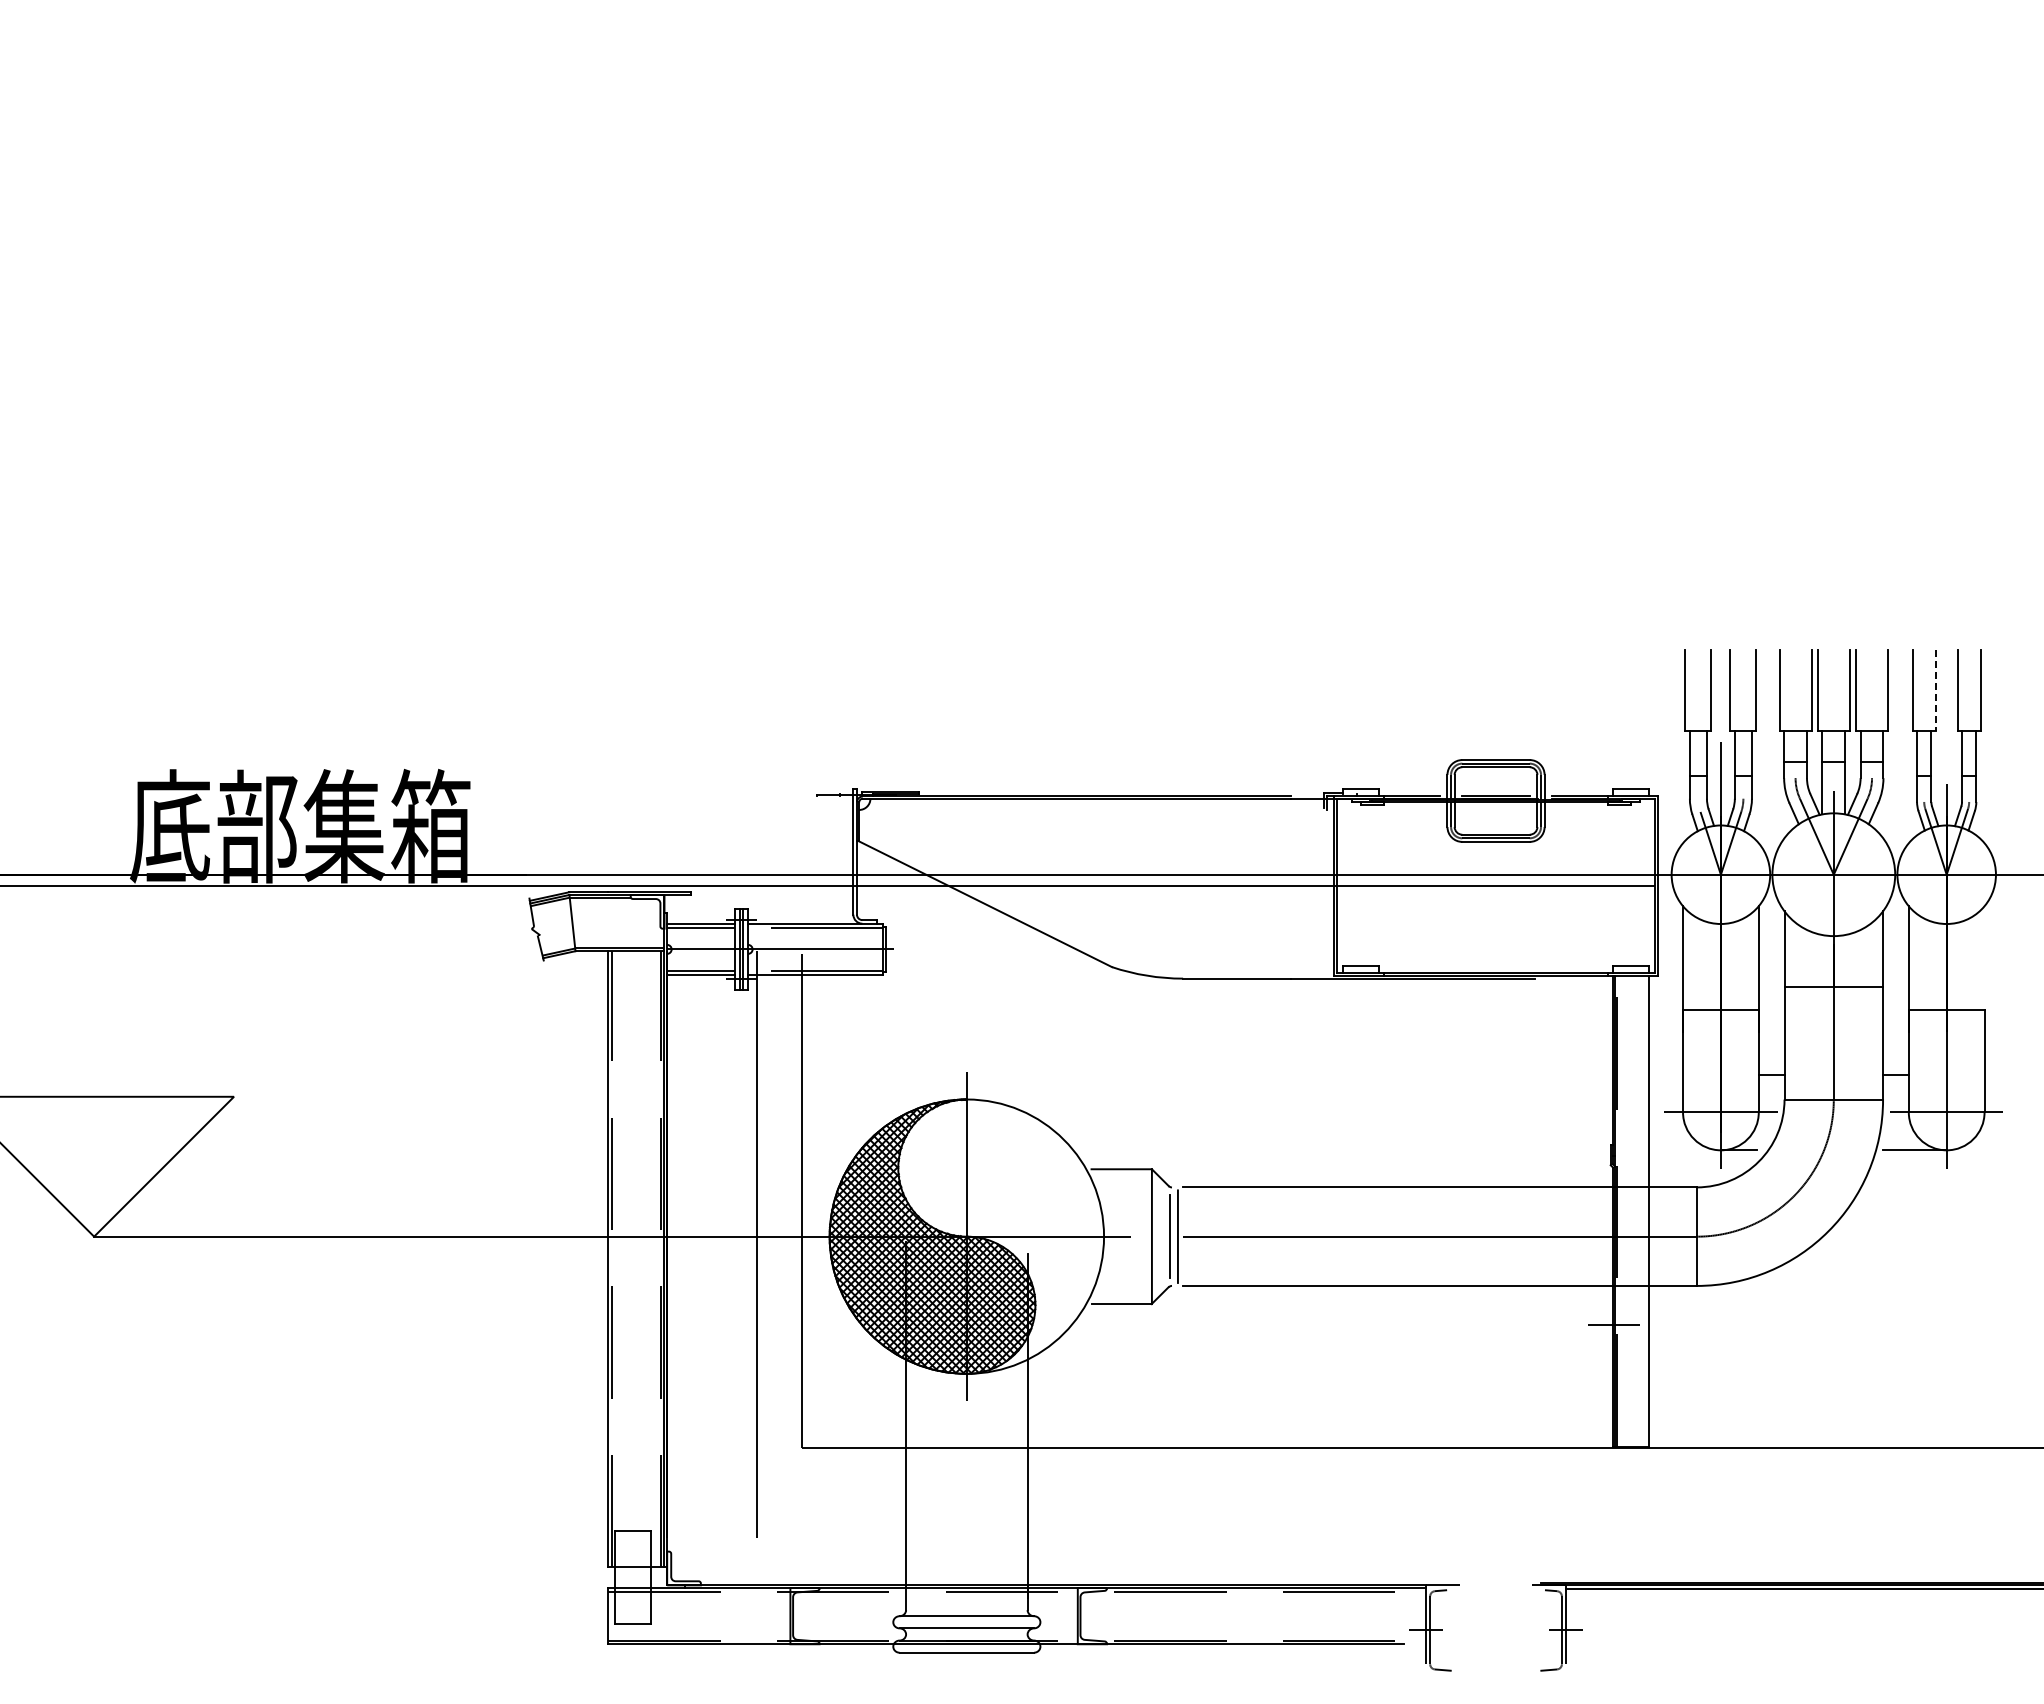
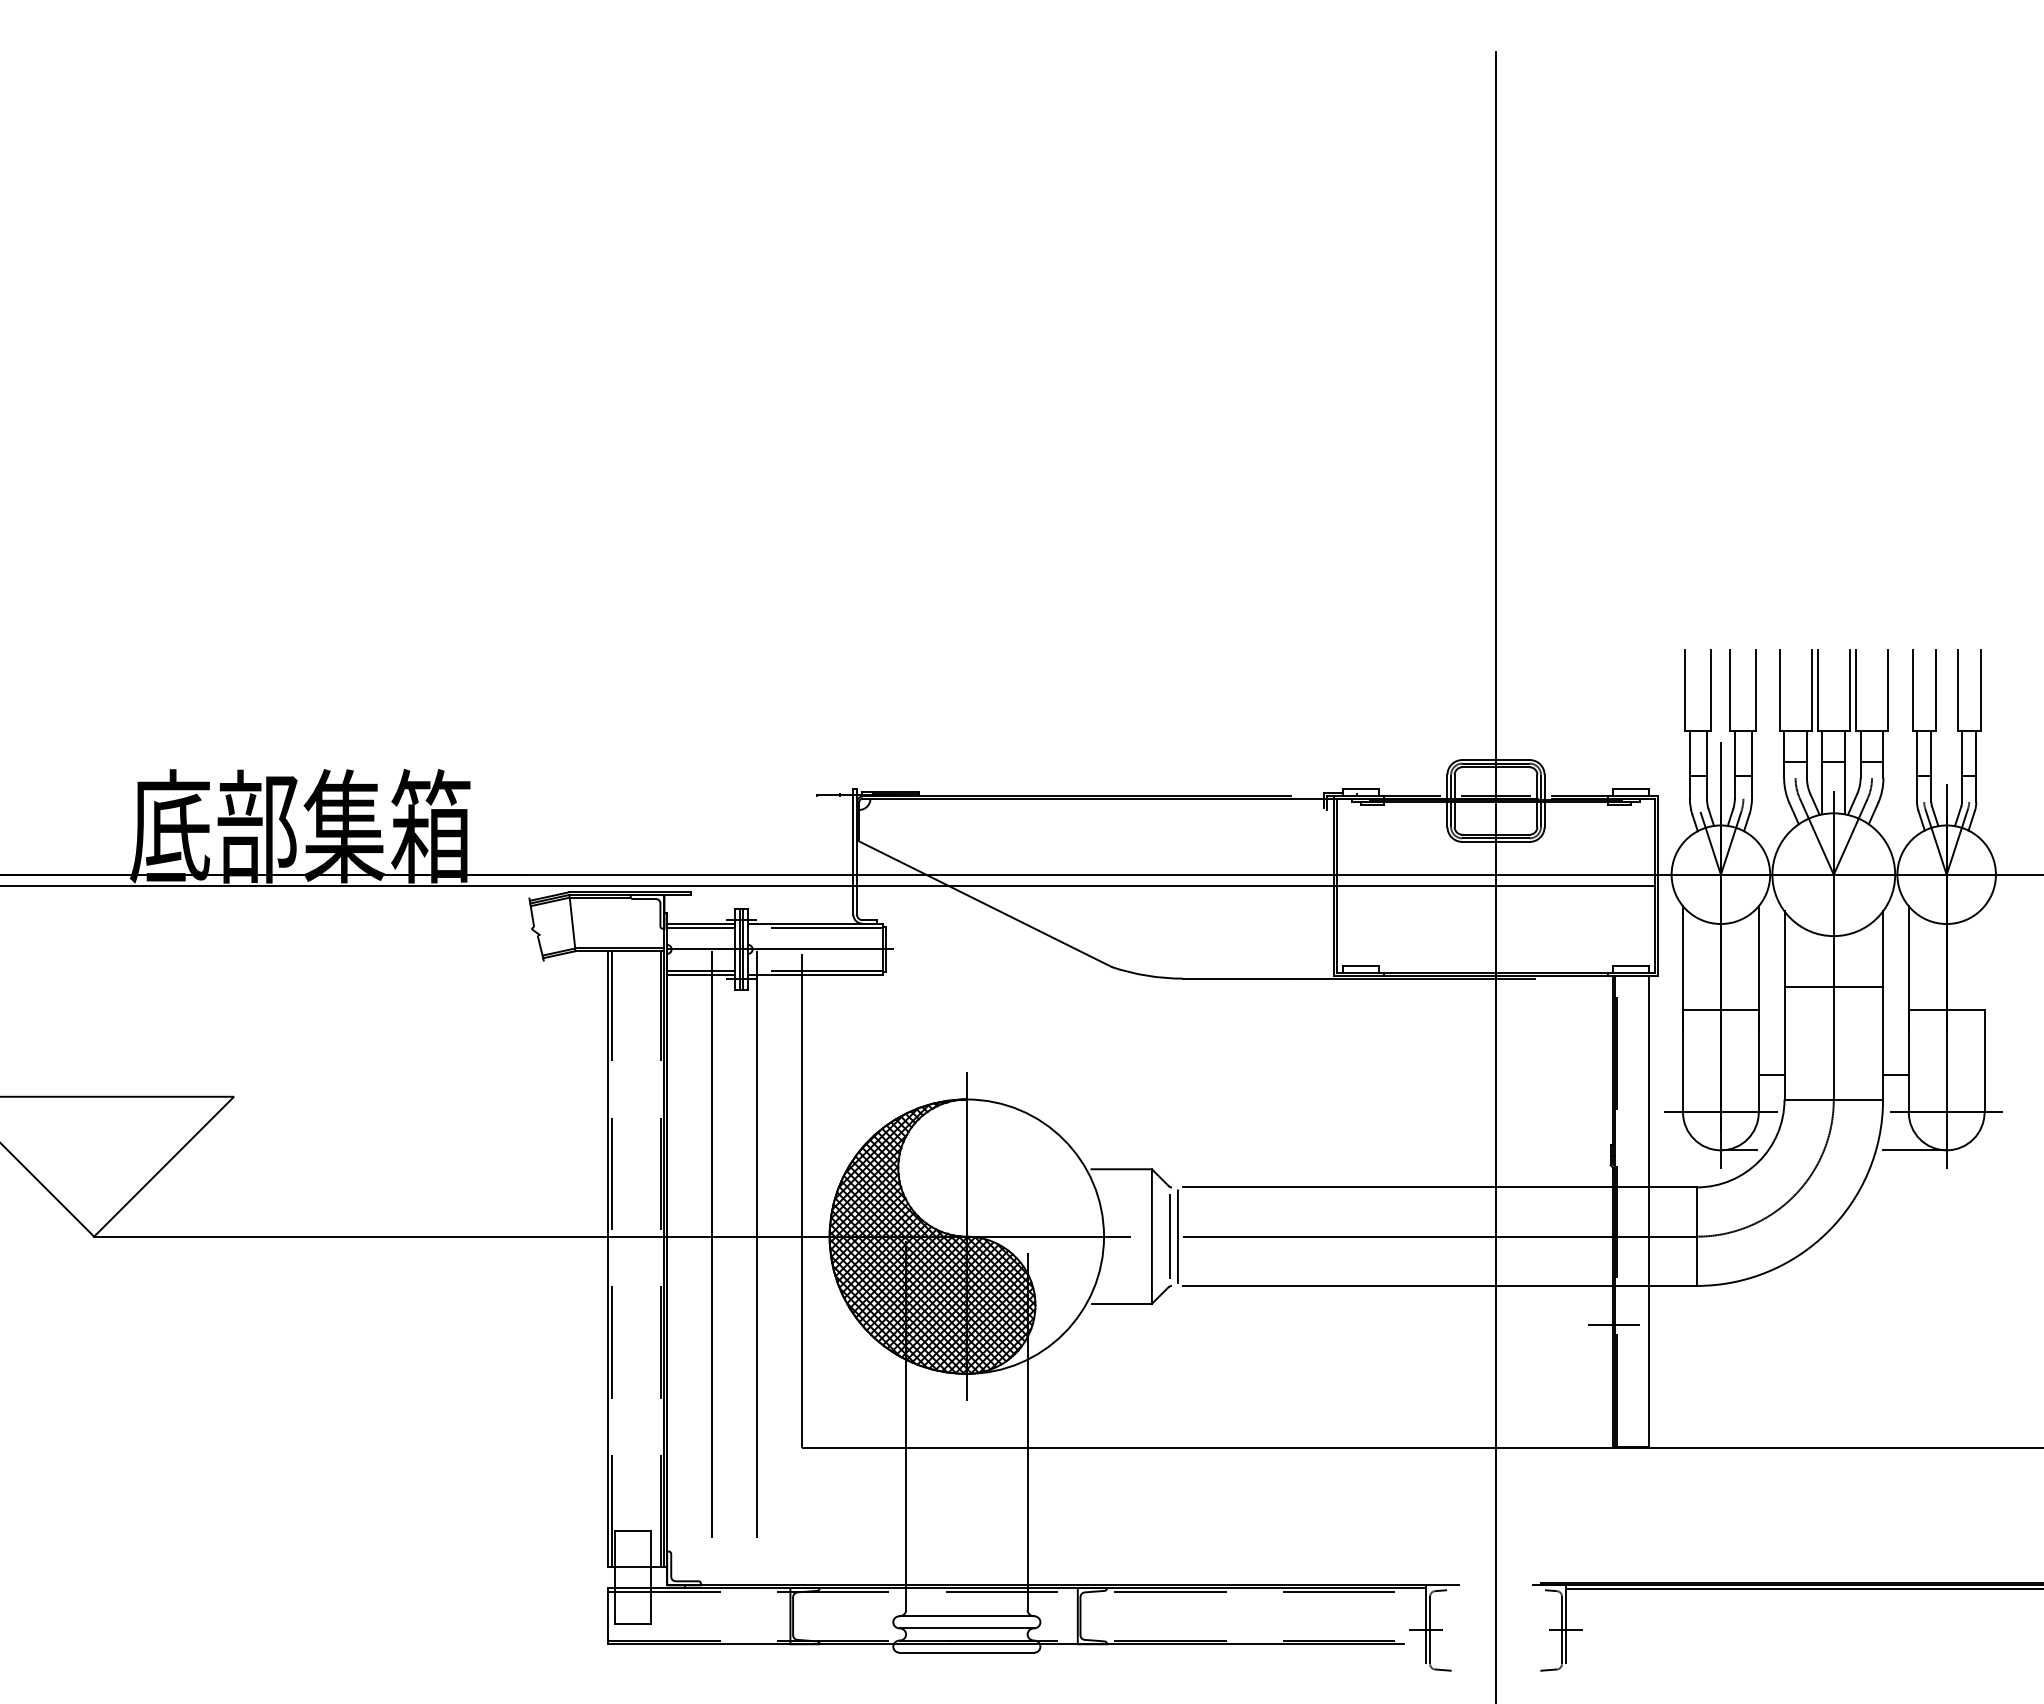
line at (1935, 690): dashed -> solid
line at (1496, 875): none -> present
line at (712, 1244): none -> present
